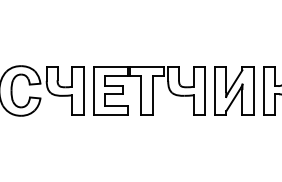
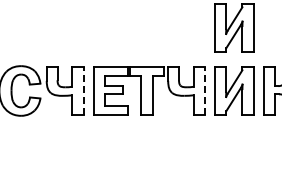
part at (234, 27): none -> present
line at (83, 90): solid -> dashed
line at (205, 90): solid -> dashed
